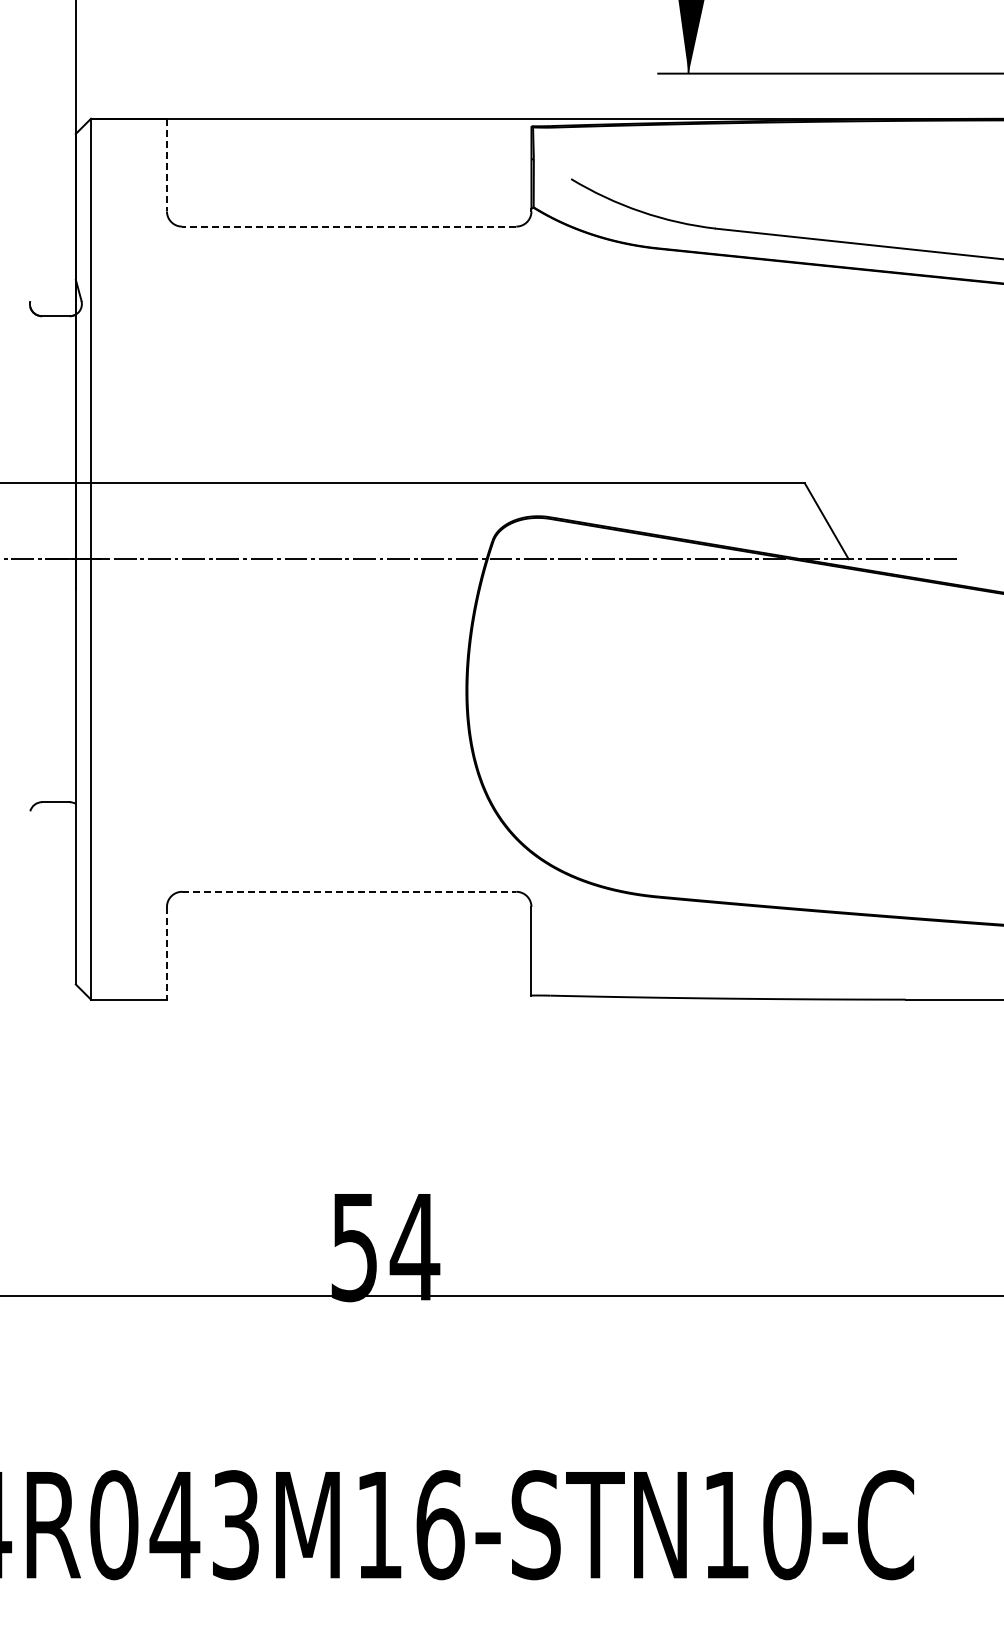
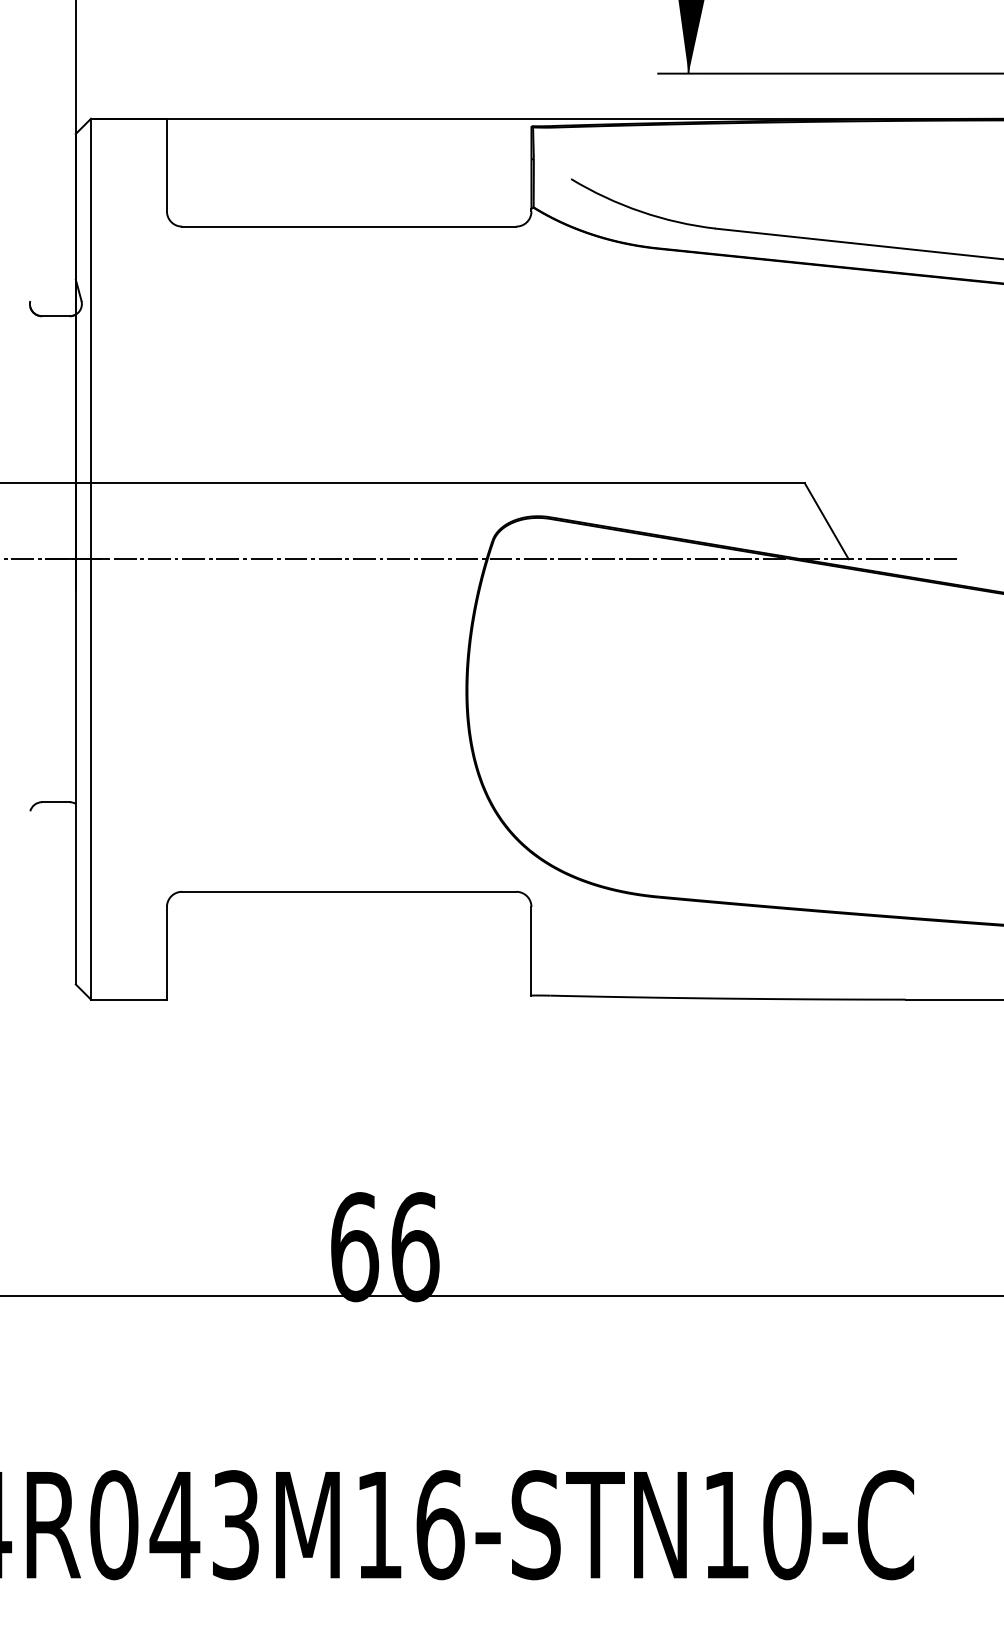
line at (166, 165): dashed -> solid
line at (348, 226): dashed -> solid
line at (349, 891): dashed -> solid
line at (166, 953): dashed -> solid
text at (385, 1247): 54 -> 66
